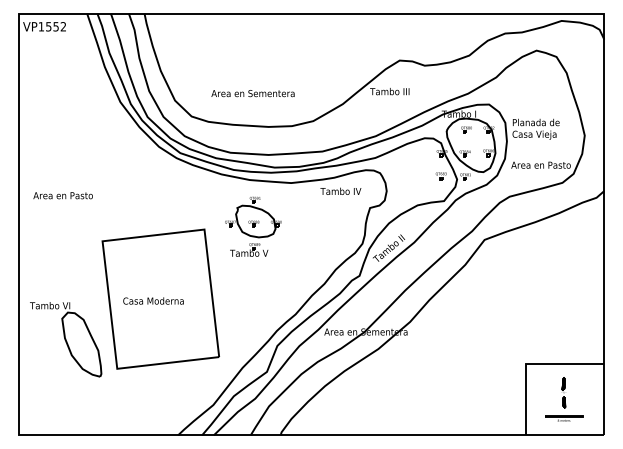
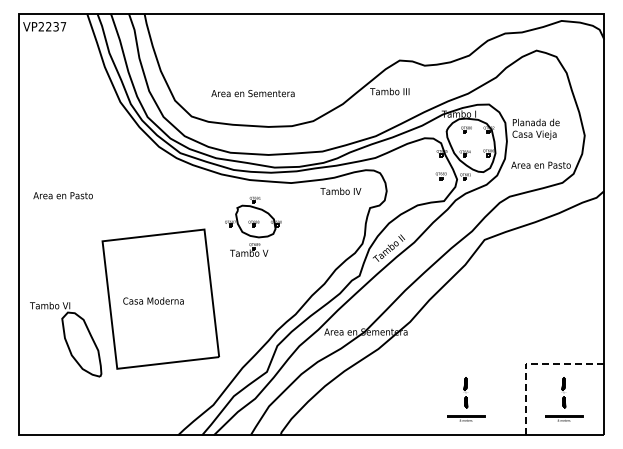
text at (52, 26): VP1552 -> VP2237
line at (528, 364): solid -> dashed
part at (466, 399): none -> present
